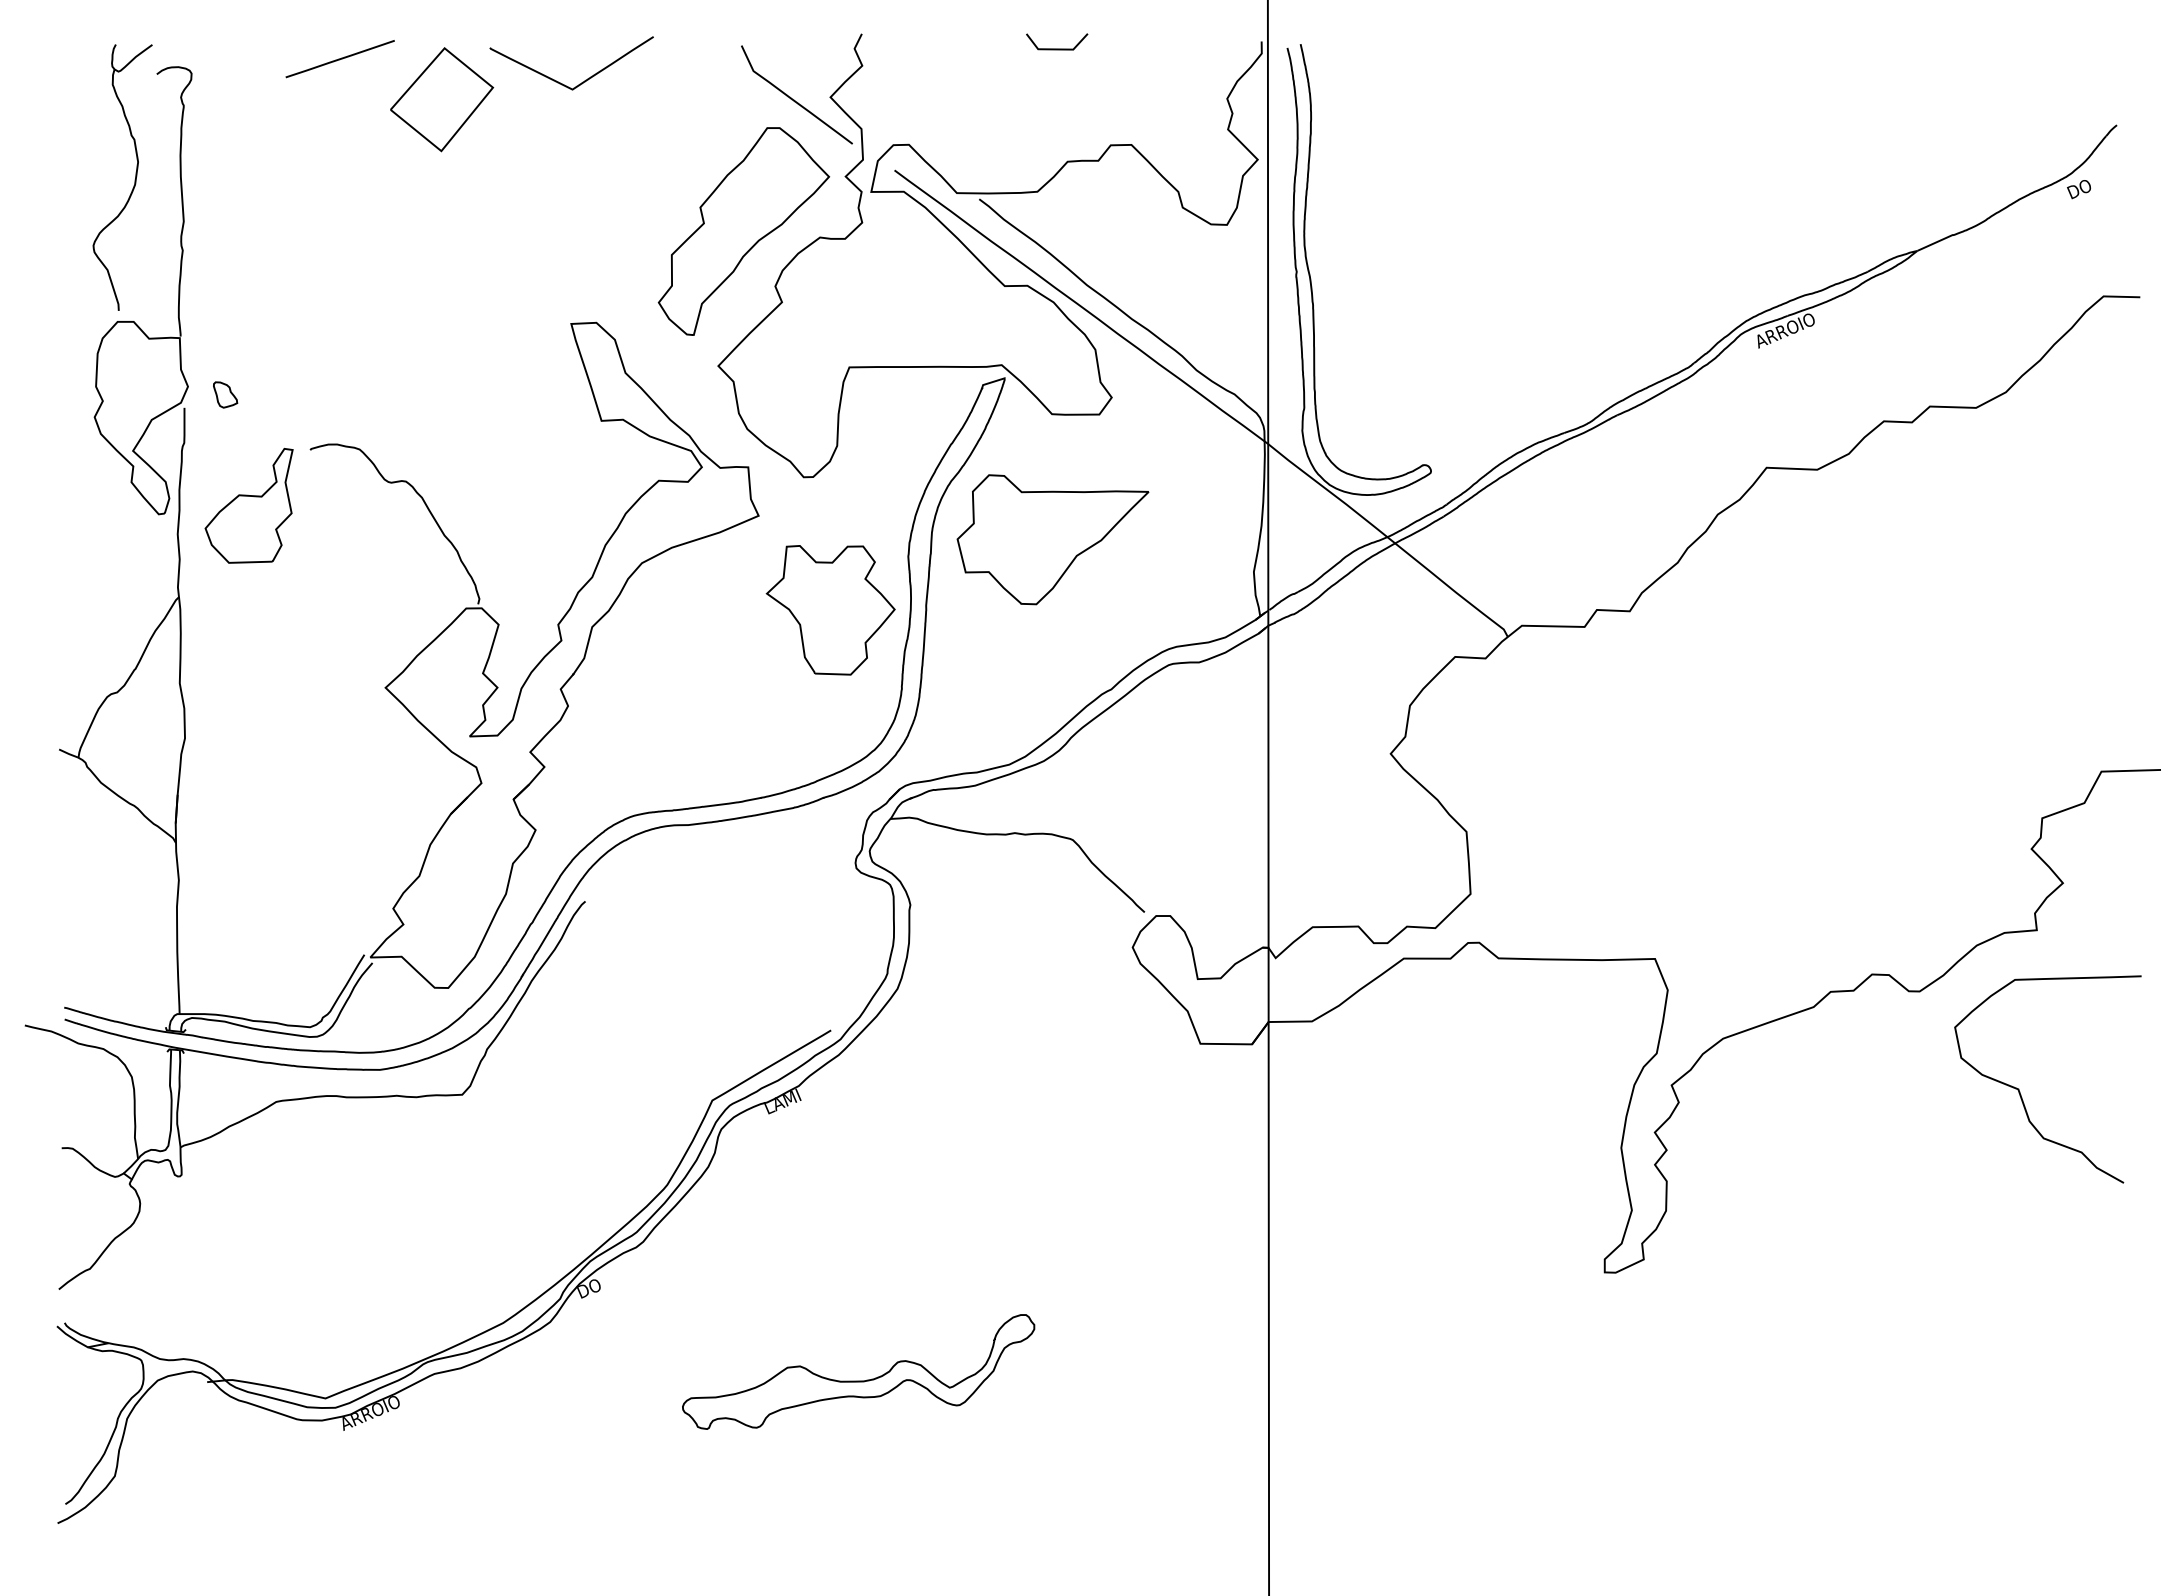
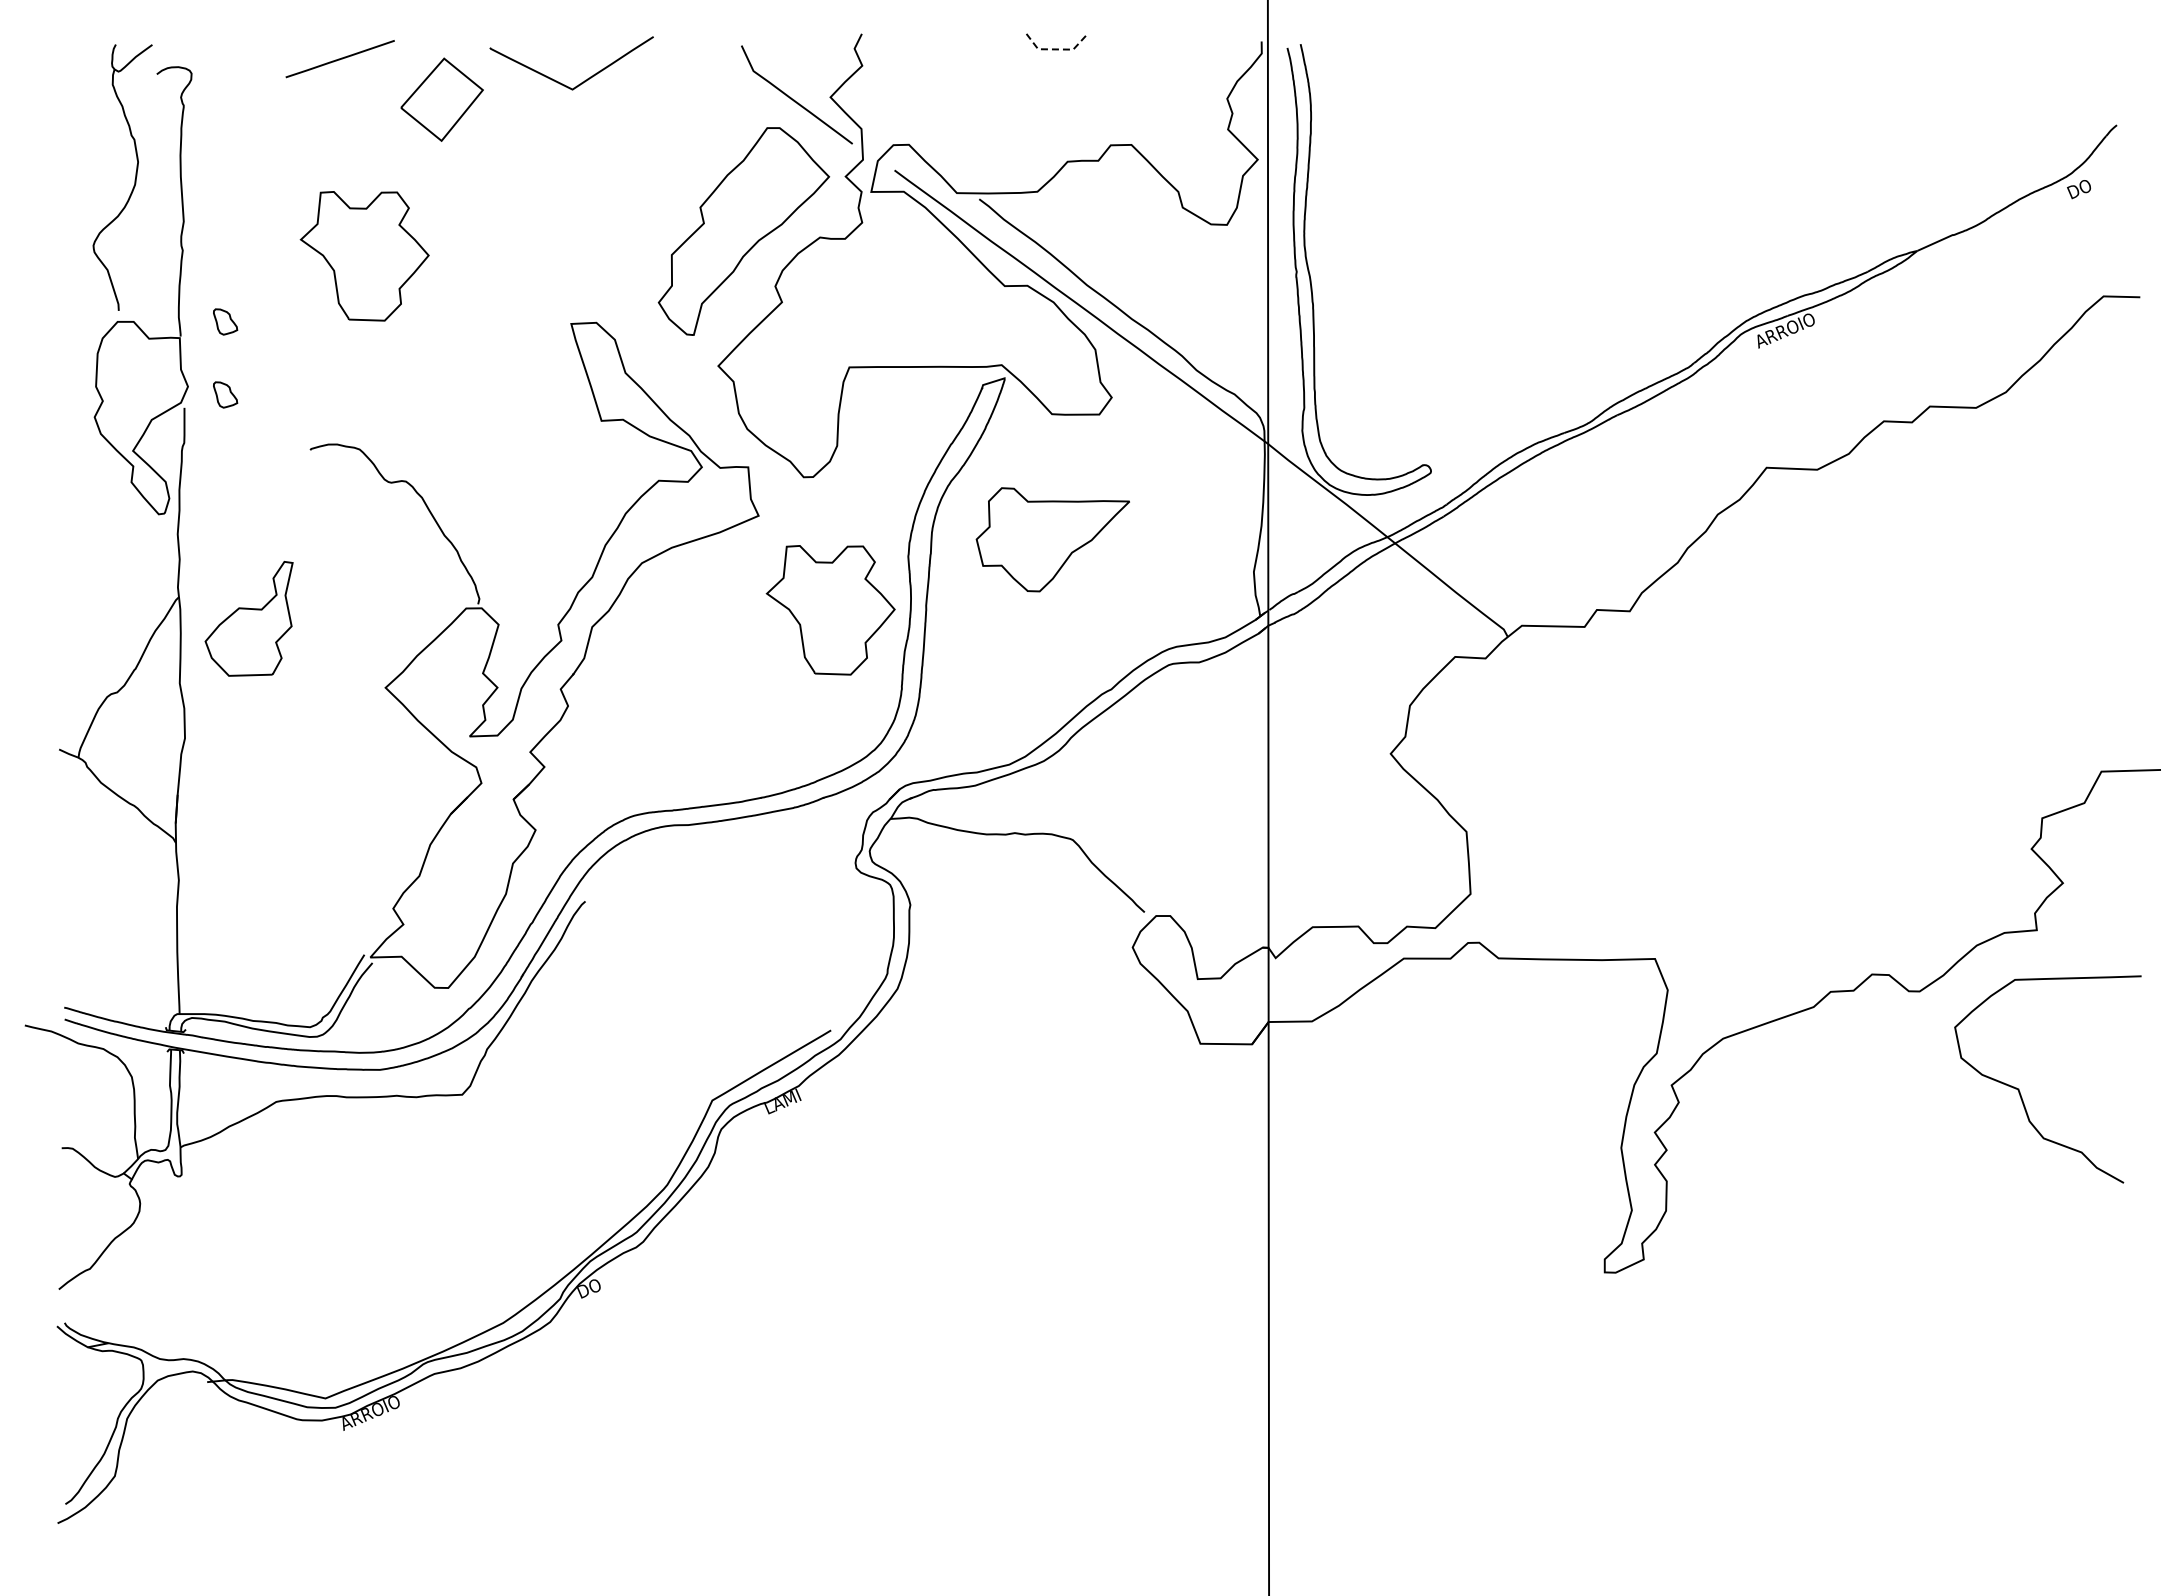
line at (1056, 49): solid -> dashed
part at (442, 99) size: 105x106 px -> 84x85 px
part at (364, 256): none -> present
part at (225, 321): none -> present
part at (248, 505) position: (248, 505) -> (248, 618)
part at (1052, 539) size: 194x132 px -> 155x106 px
part at (858, 1380): present -> none
